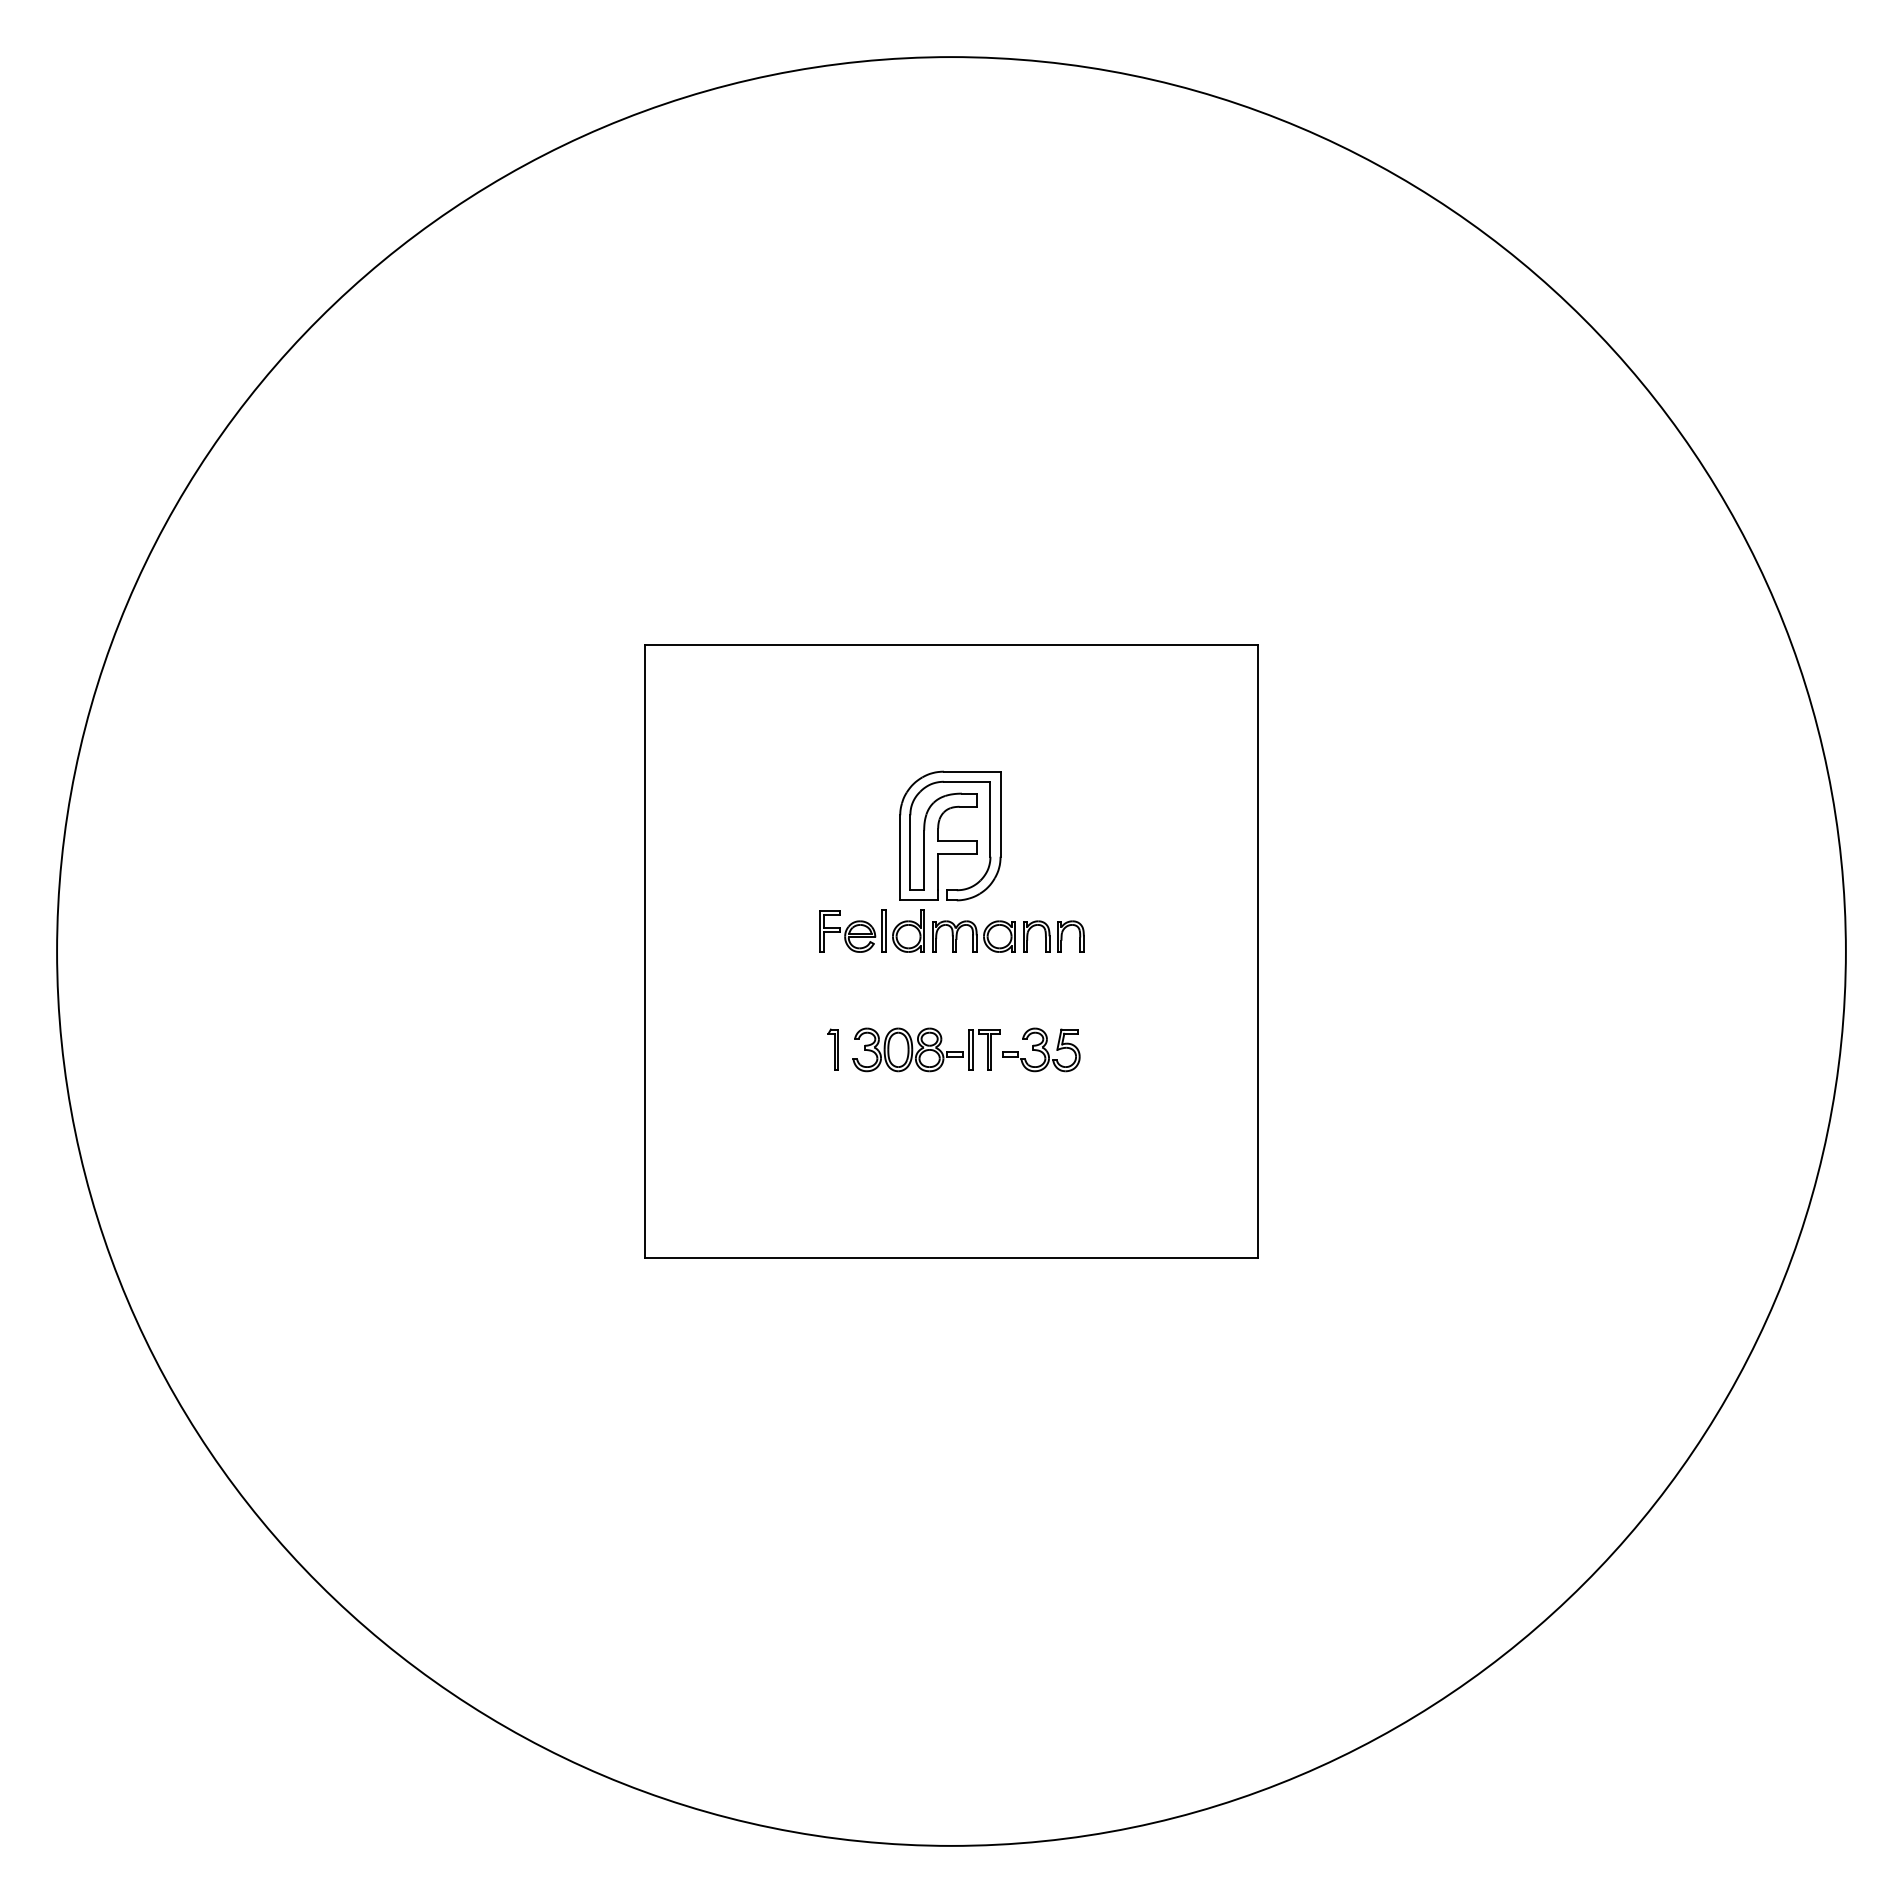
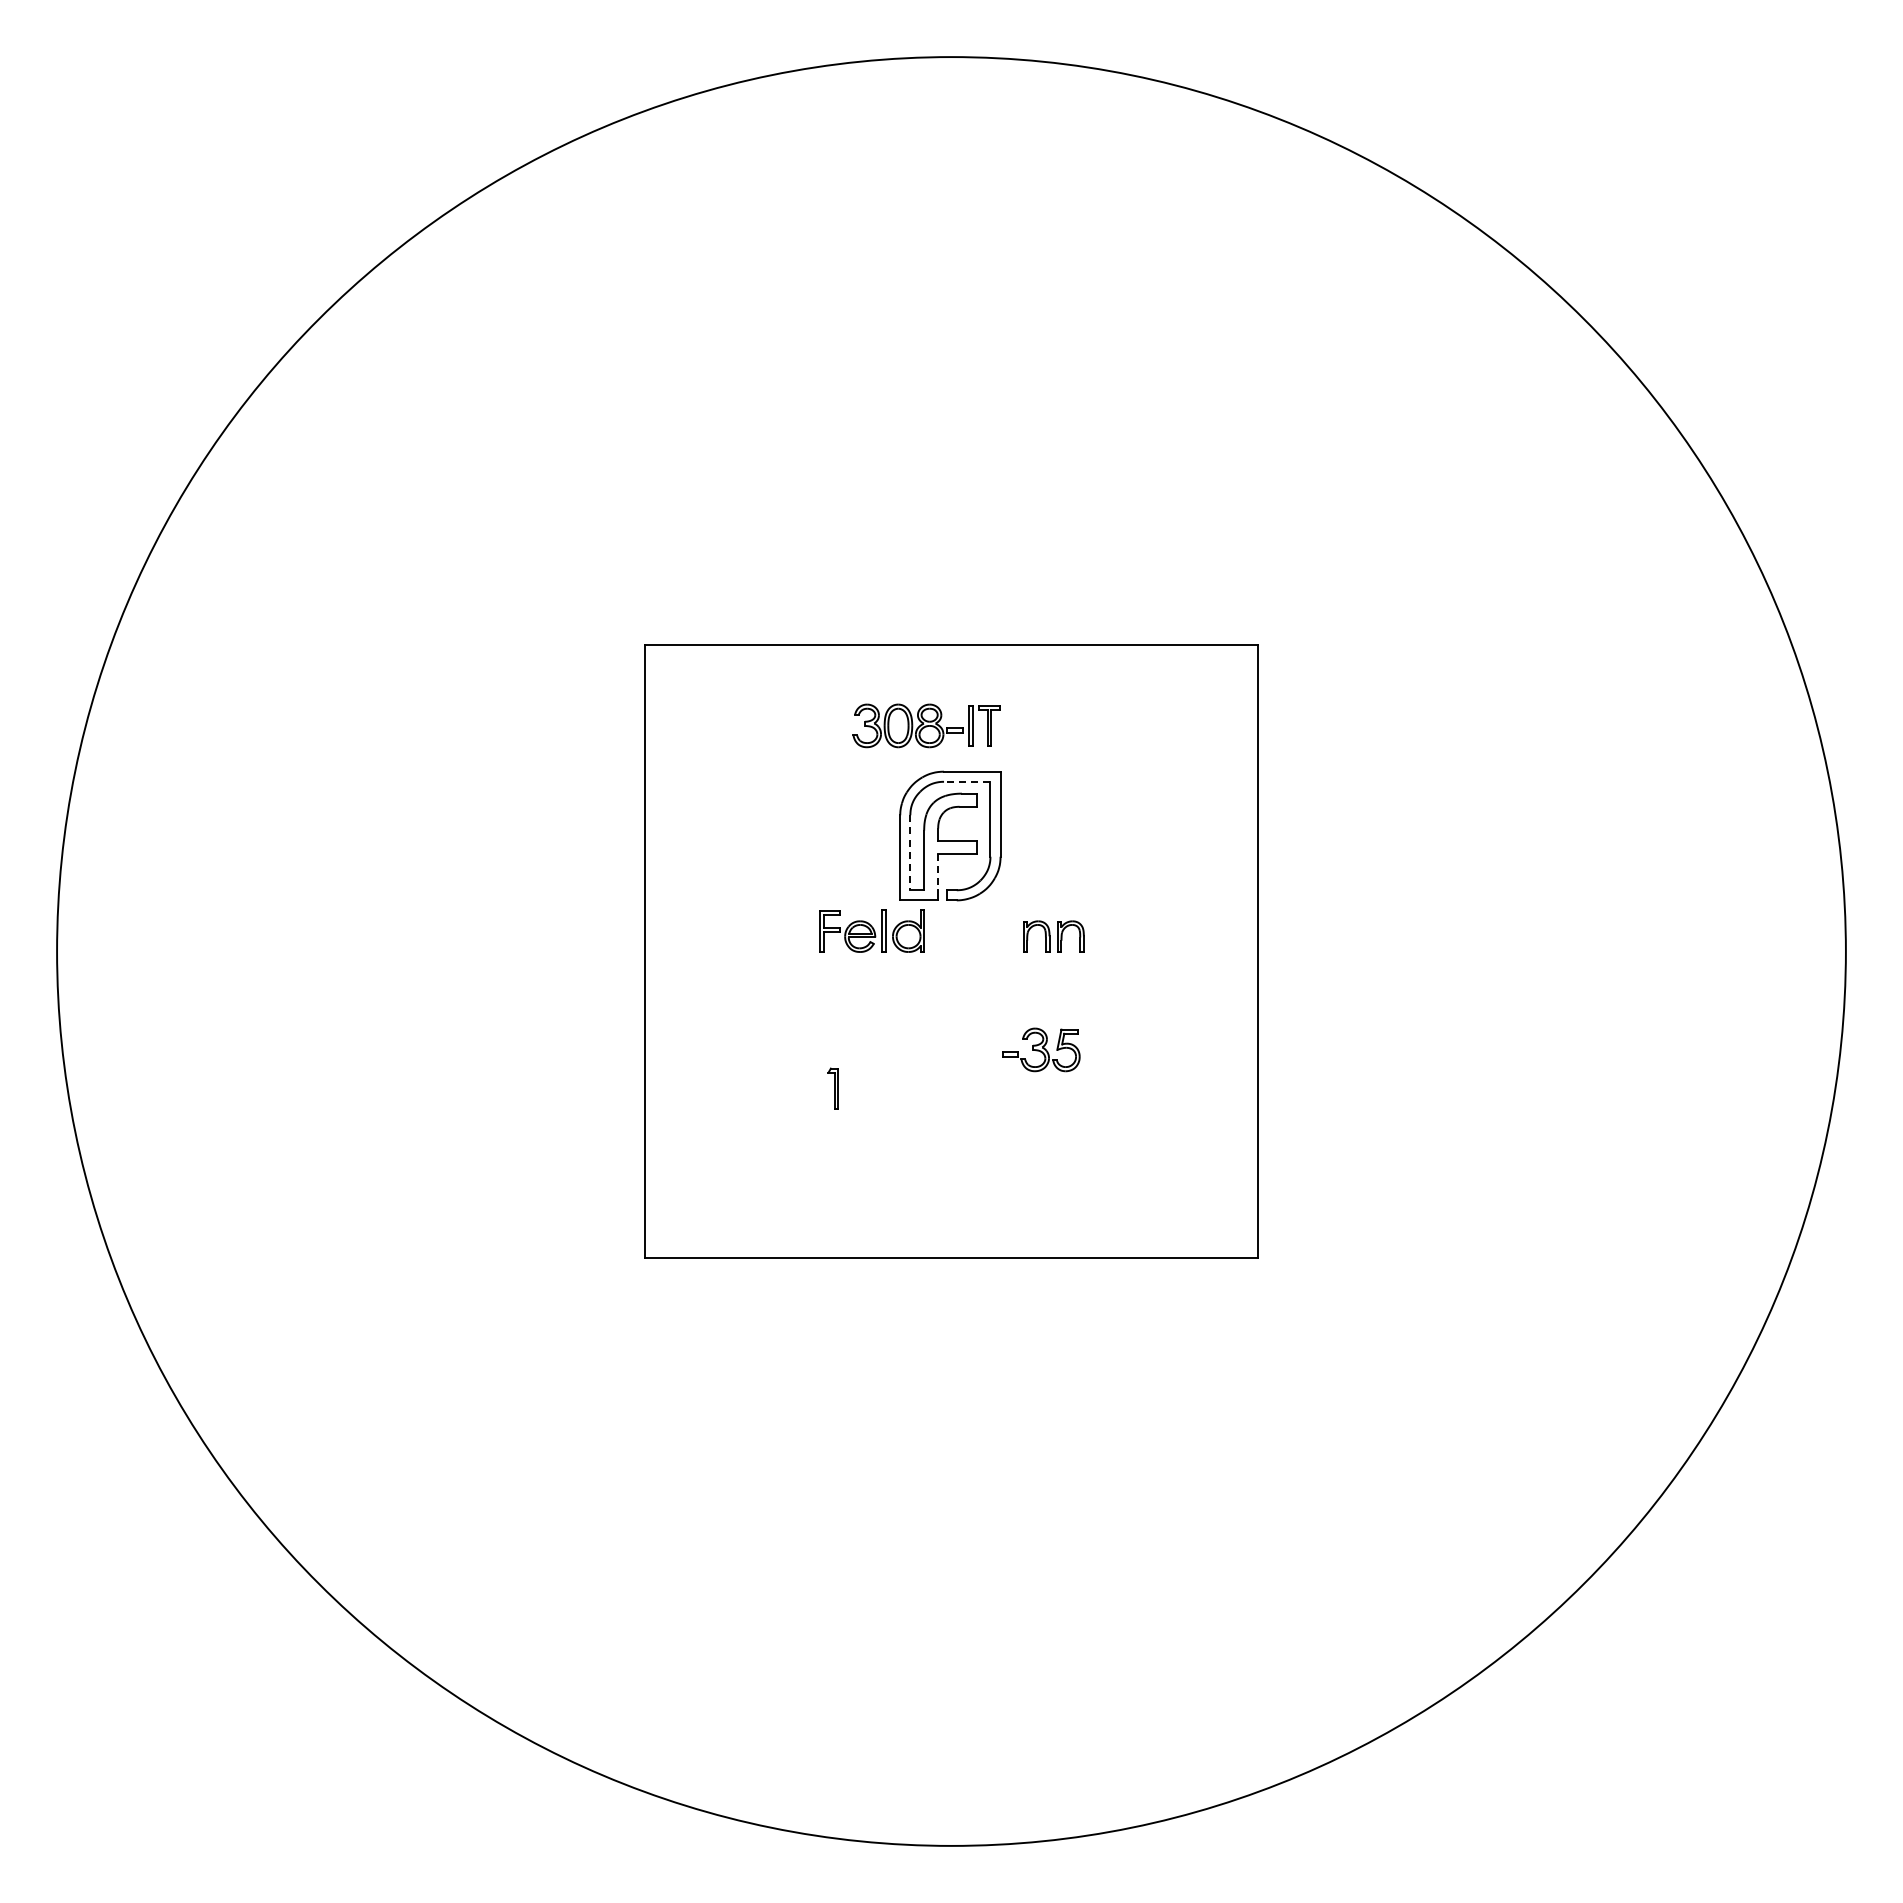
line at (966, 781): solid -> dashed
line at (910, 853): solid -> dashed
line at (938, 872): solid -> dashed
part at (973, 936): present -> none
part at (832, 1049) position: (832, 1049) -> (832, 1088)
part at (926, 1049) position: (926, 1049) -> (926, 725)
